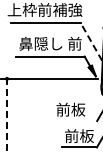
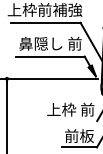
line at (91, 41): dashed -> solid
text at (70, 109): 前板 -> 上枠 前
line at (7, 117): dashed -> solid
